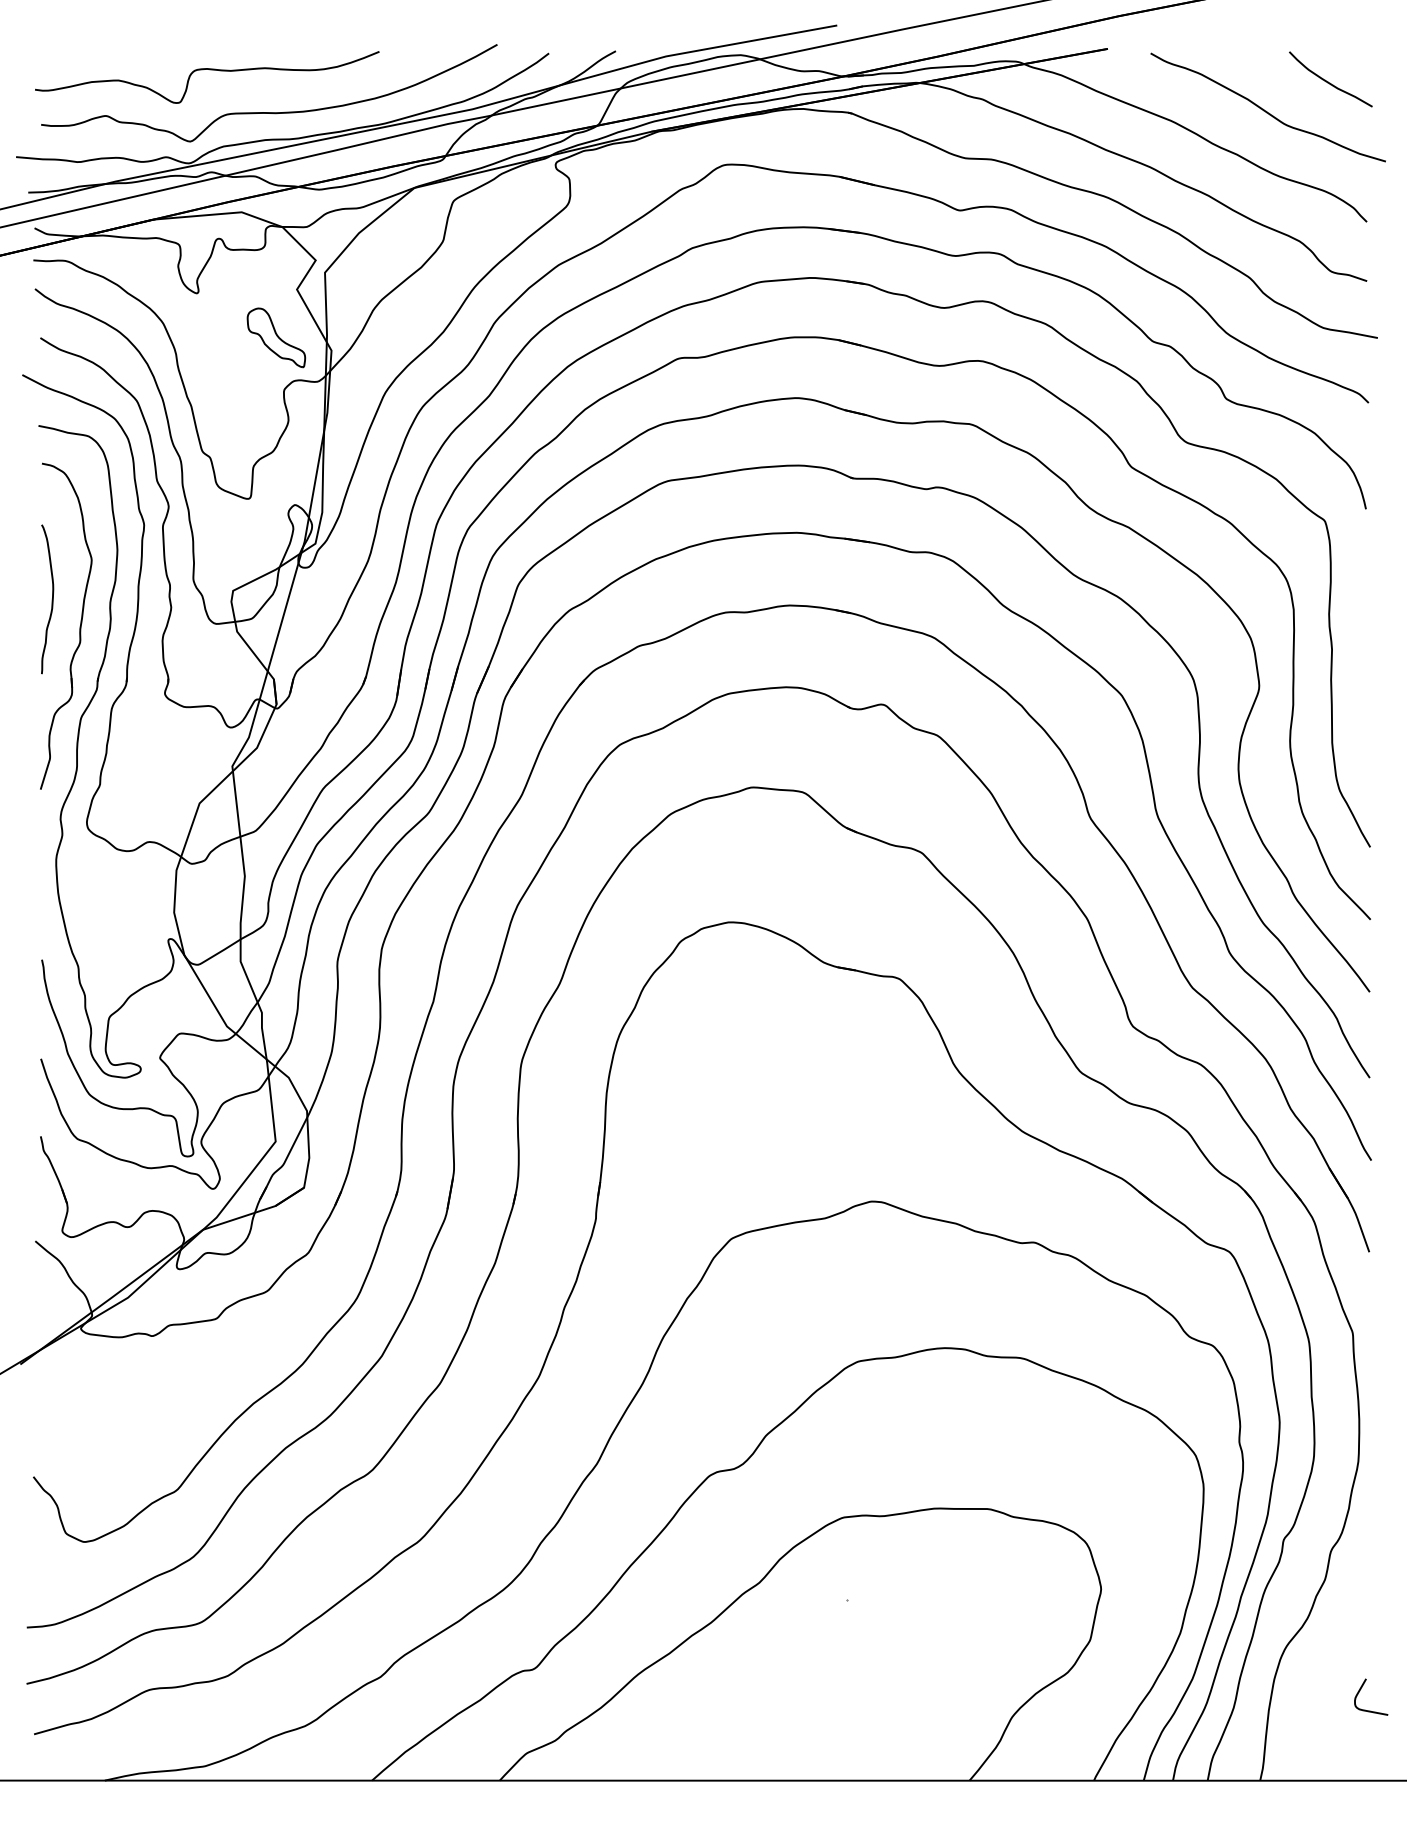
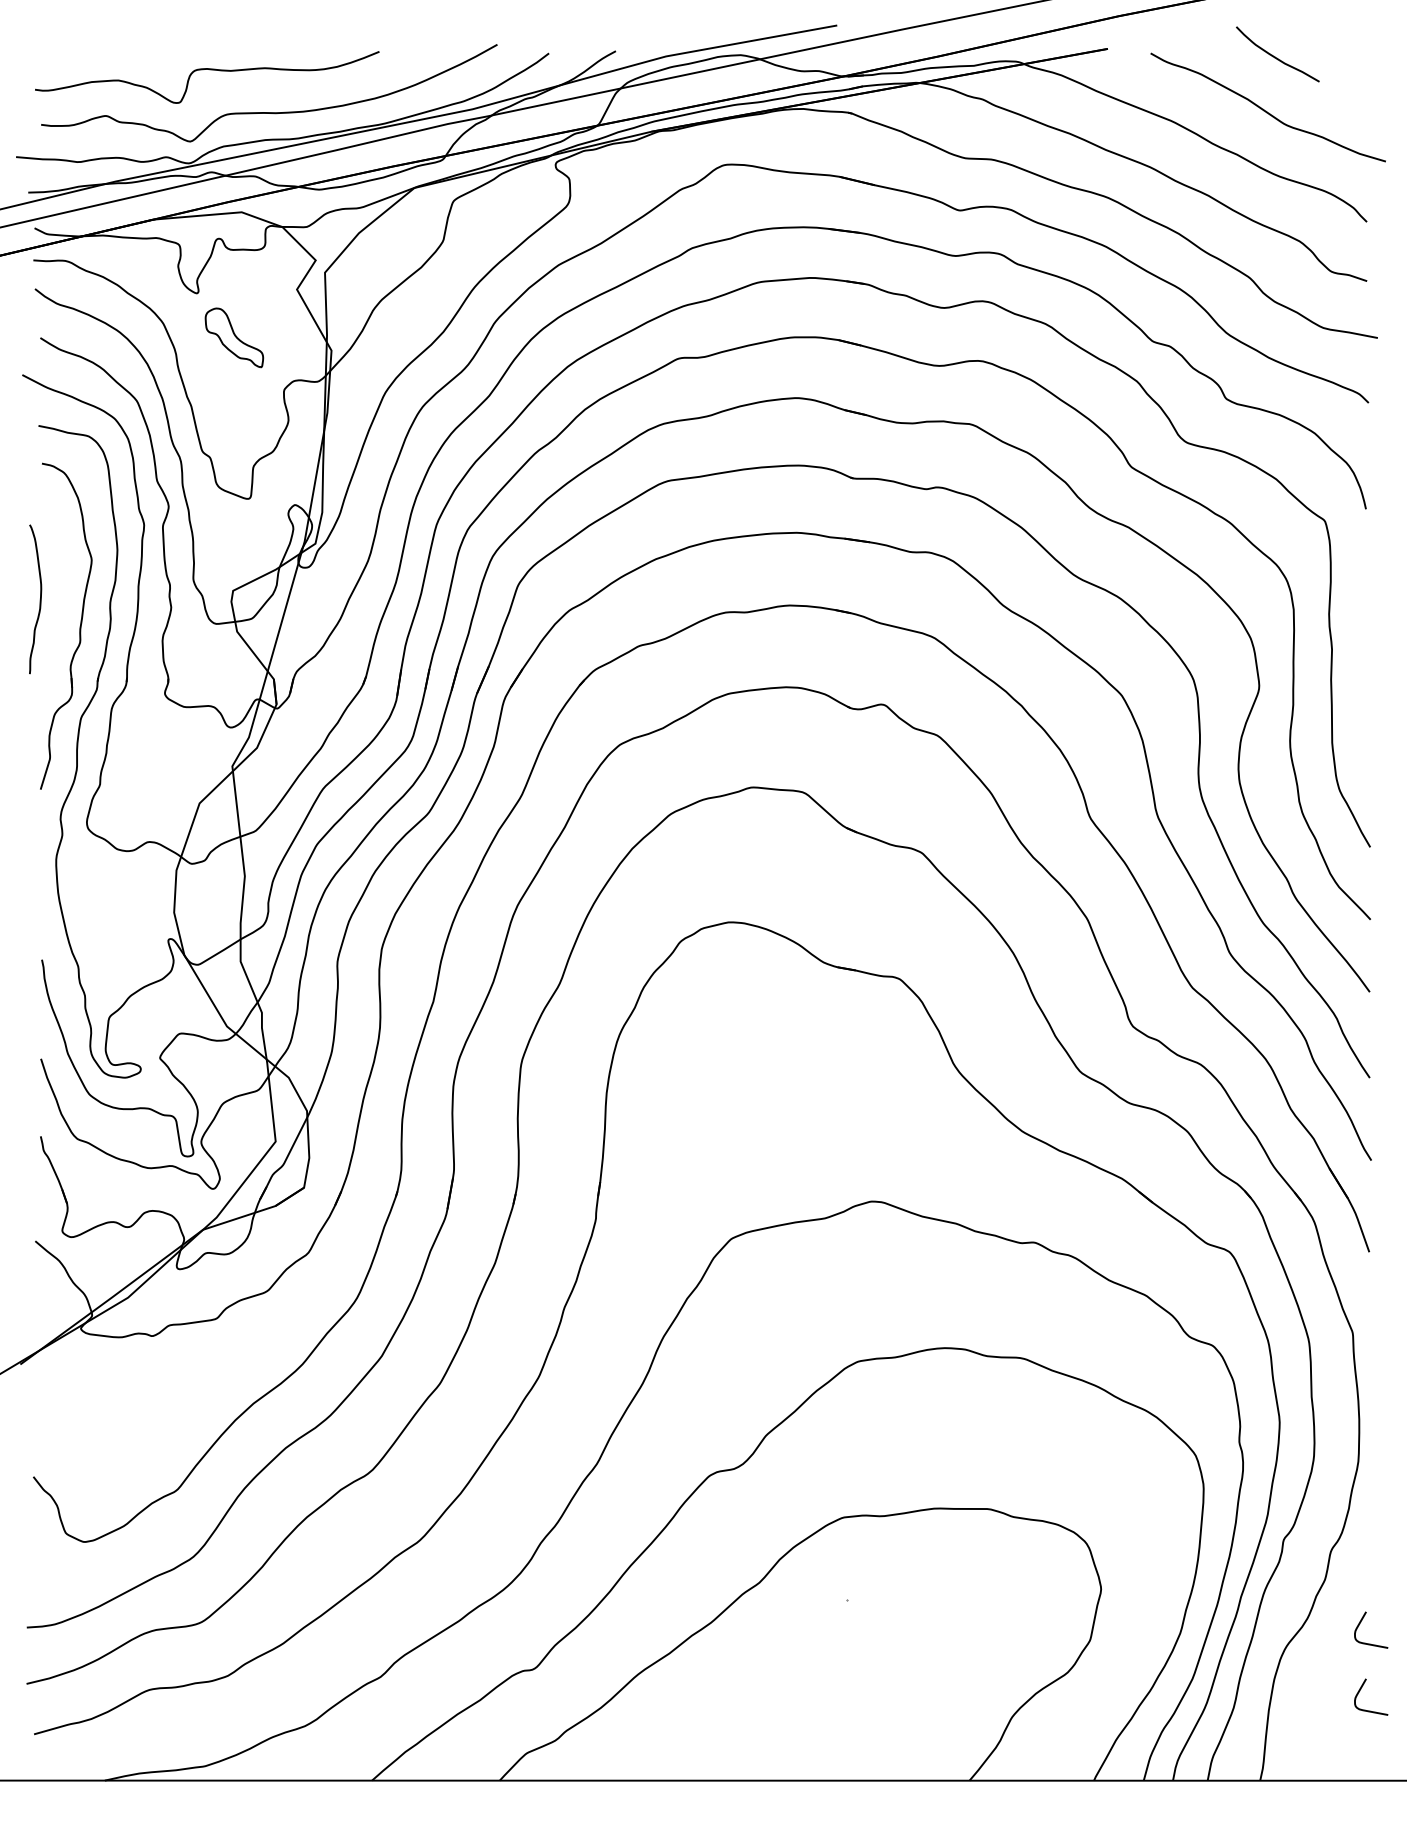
curve at (1328, 81) position: (1328, 81) -> (1275, 56)
part at (276, 337) position: (276, 337) -> (234, 337)
curve at (51, 599) position: (51, 599) -> (39, 599)
curve at (1360, 1624): none -> present
